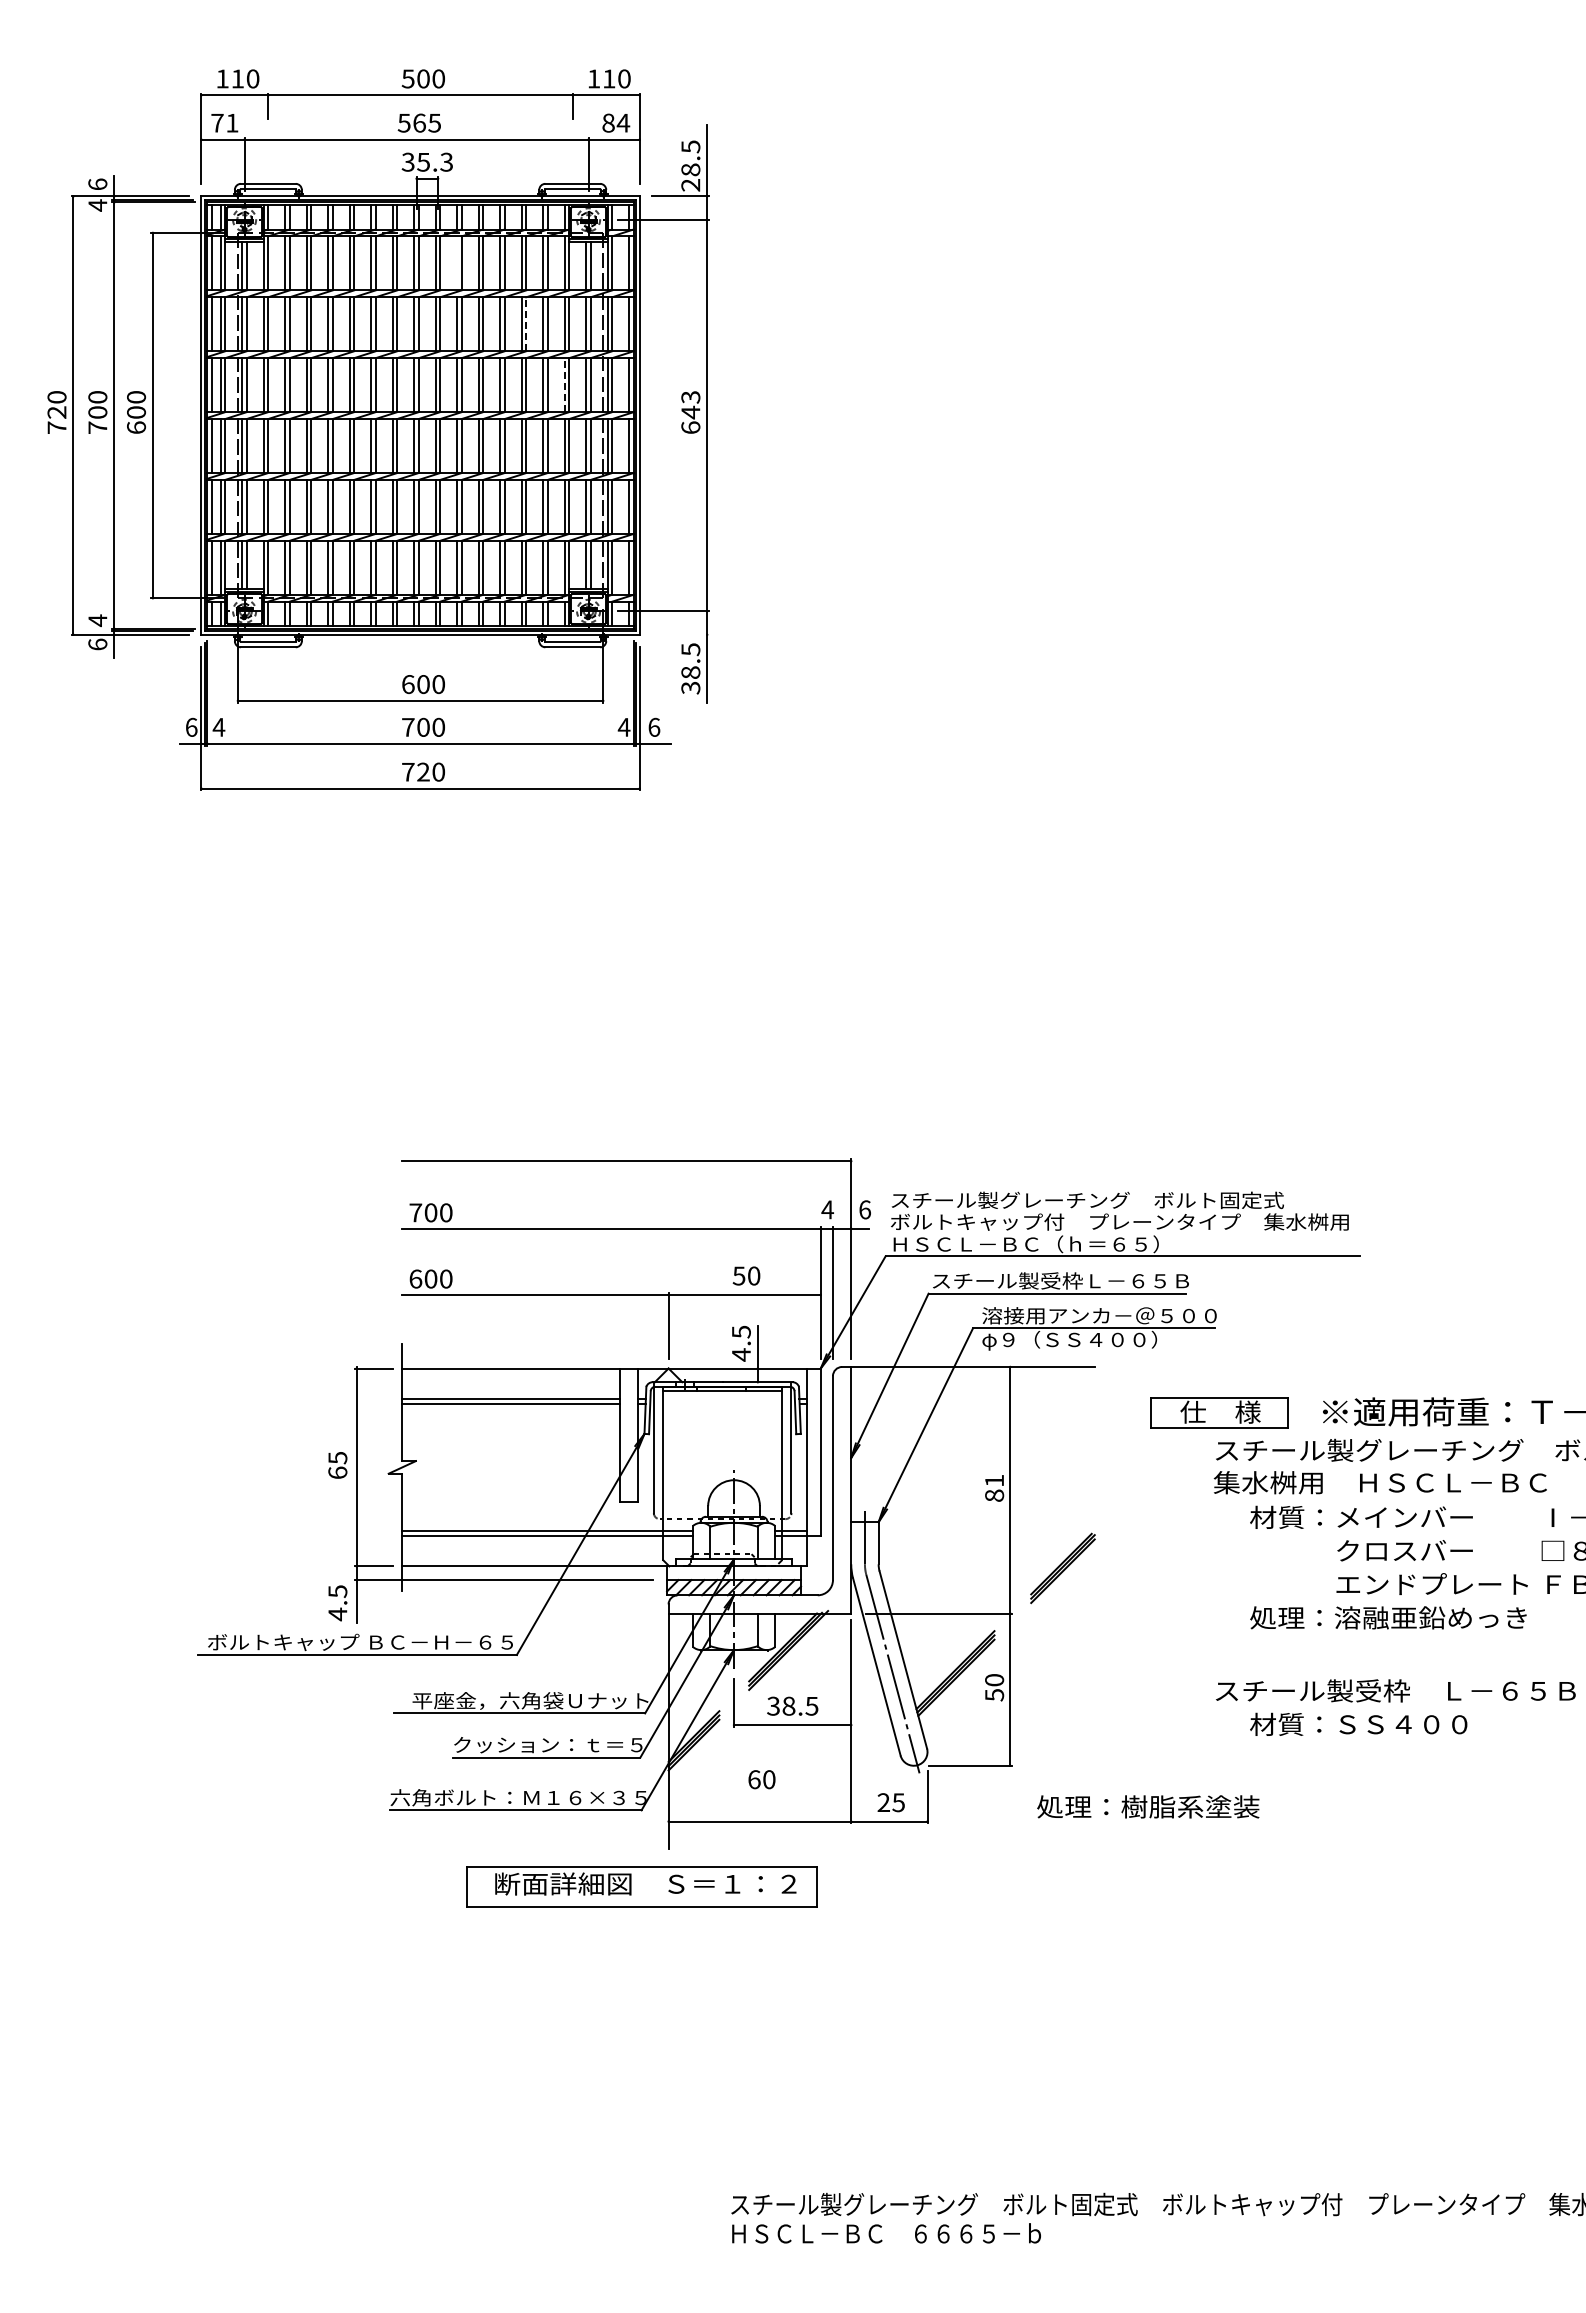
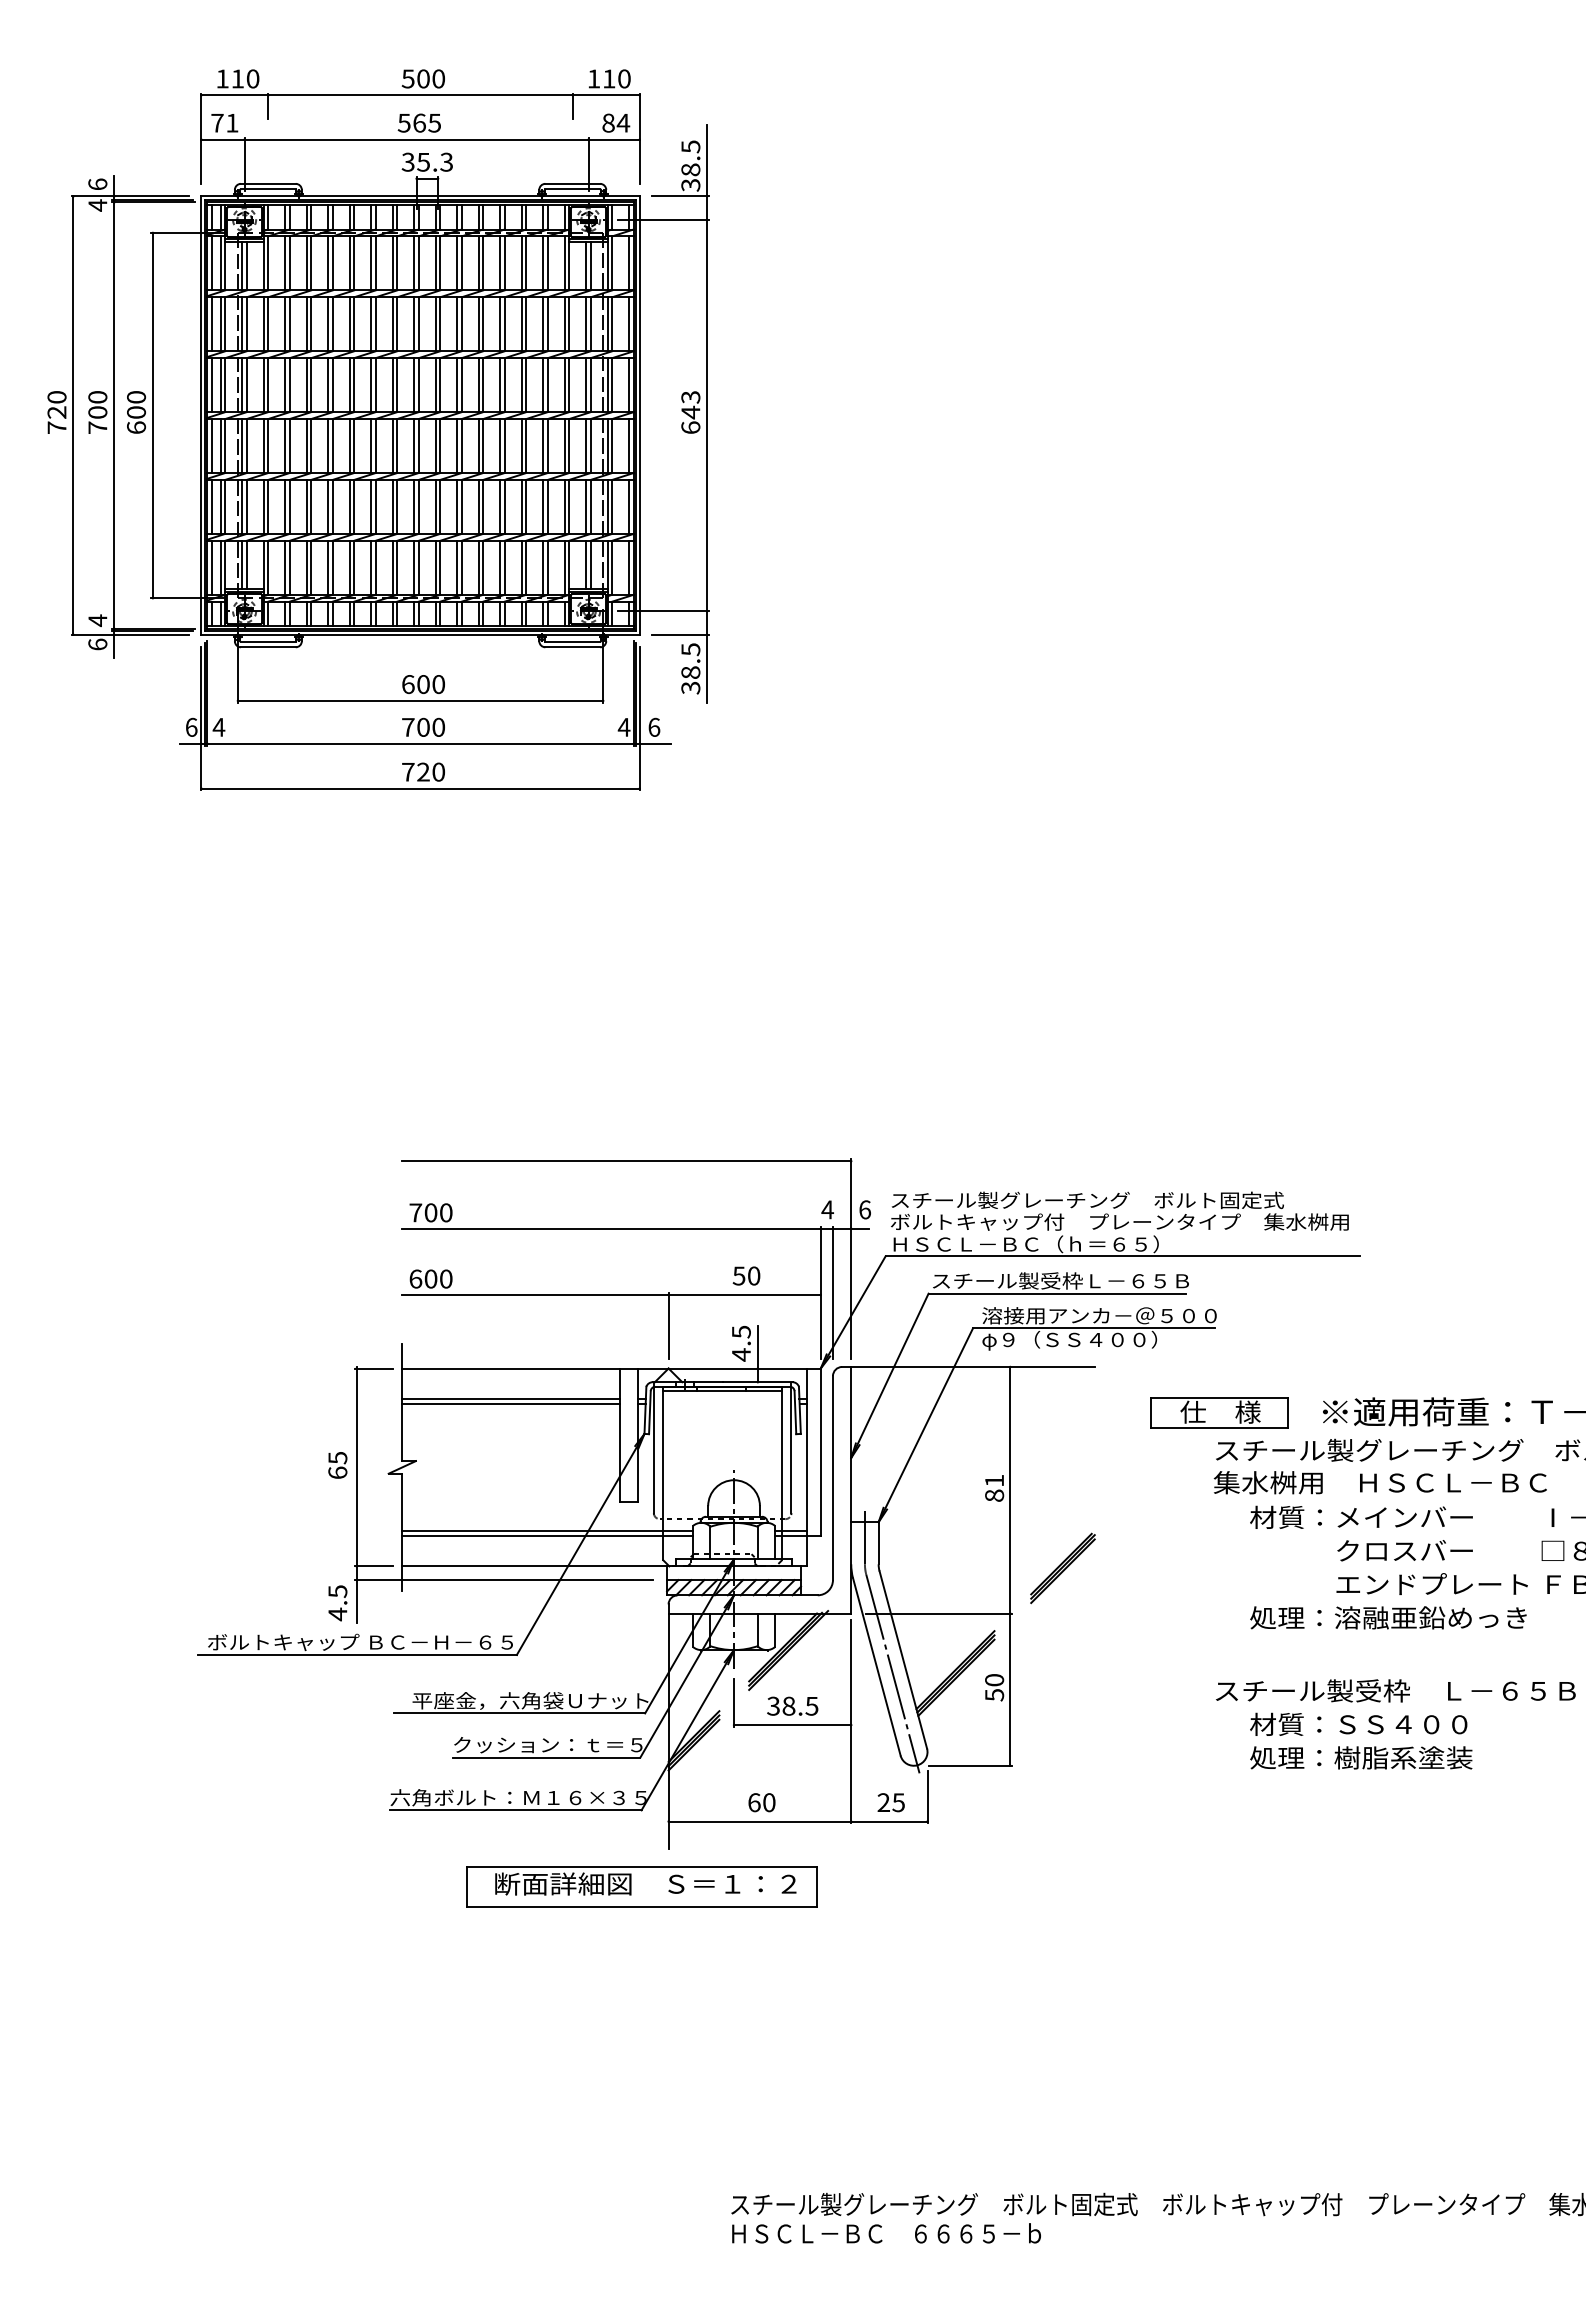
text at (690, 185): 28.5 -> 38.5
line at (457, 263): none -> present
line at (526, 323): dashed -> solid
line at (564, 384): dashed -> solid
line at (680, 634): none -> present
text at (761, 1779) position: (761, 1779) -> (761, 1802)
text at (1148, 1806) position: (1148, 1806) -> (1361, 1757)
